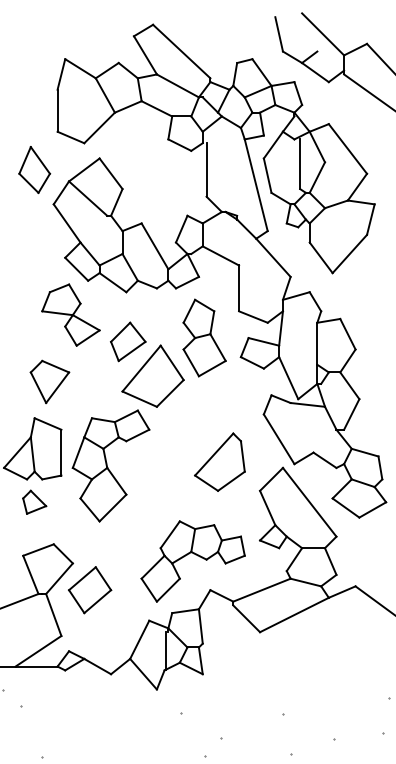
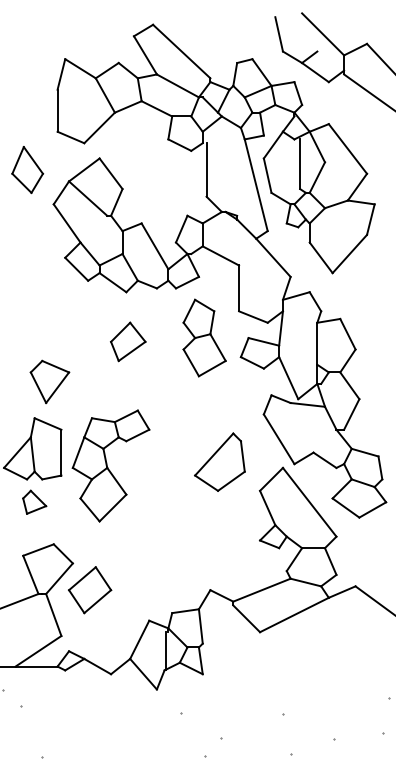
part at (34, 170) position: (34, 170) -> (27, 170)
part at (70, 314): present -> none
part at (152, 375): present -> none
part at (195, 555): present -> none
